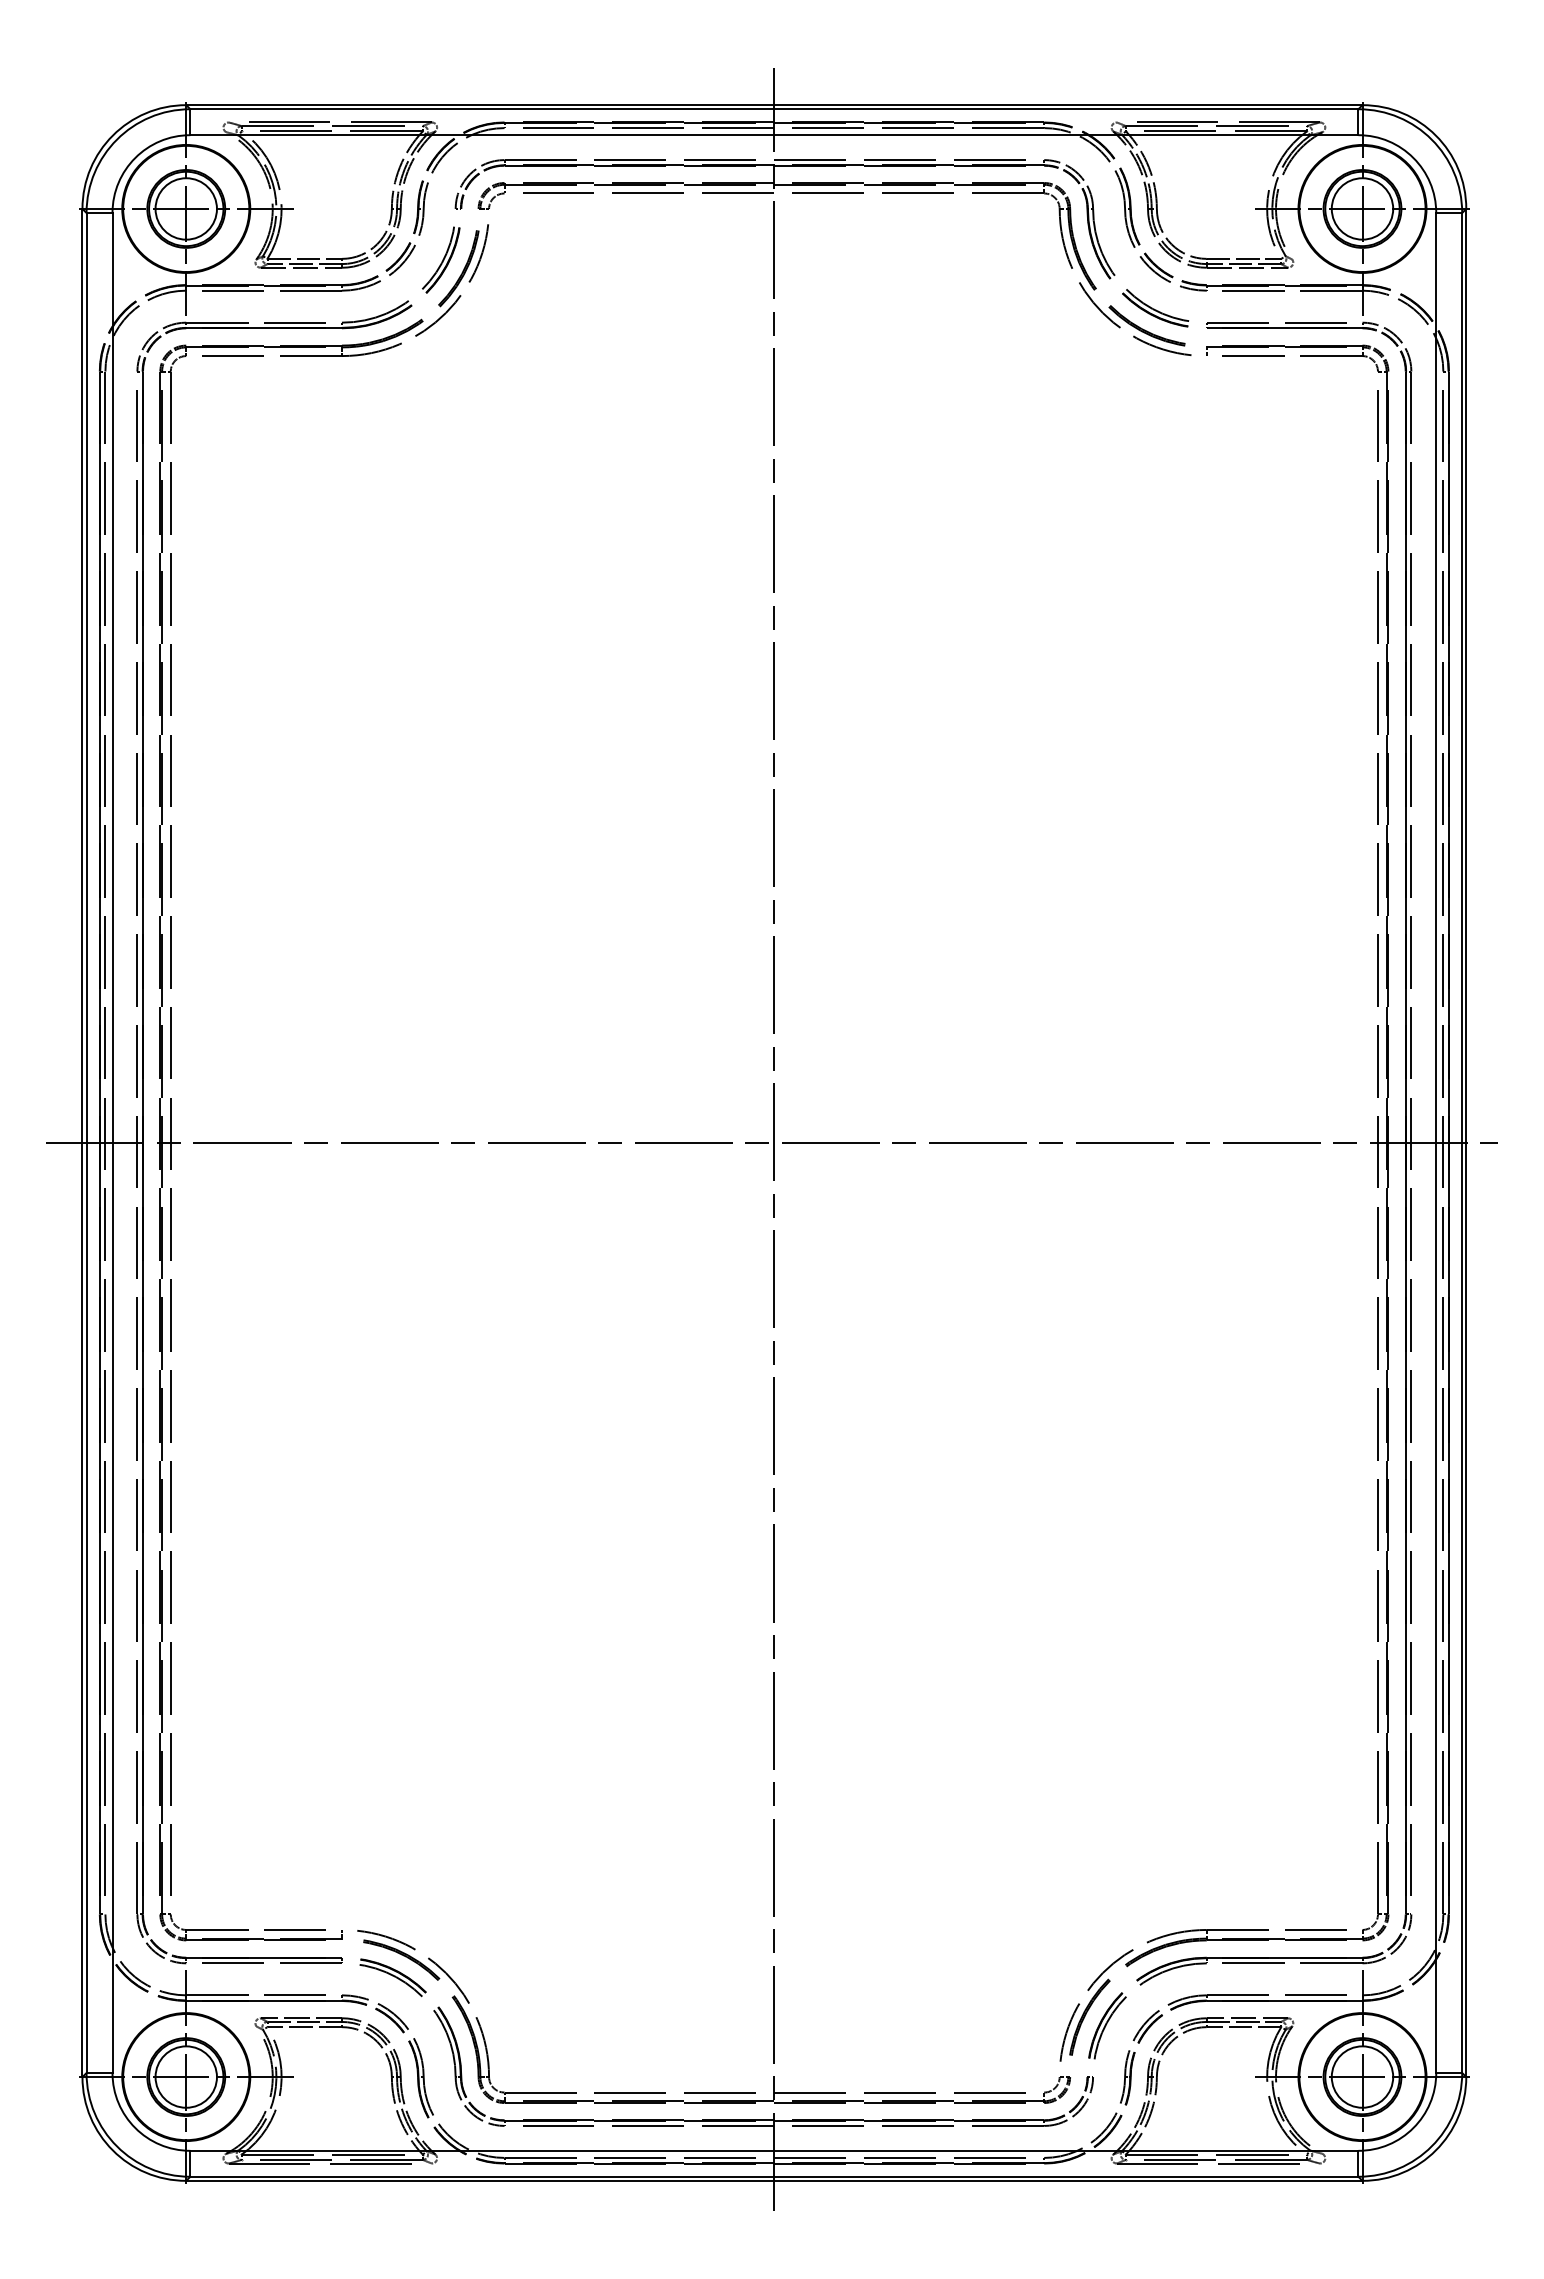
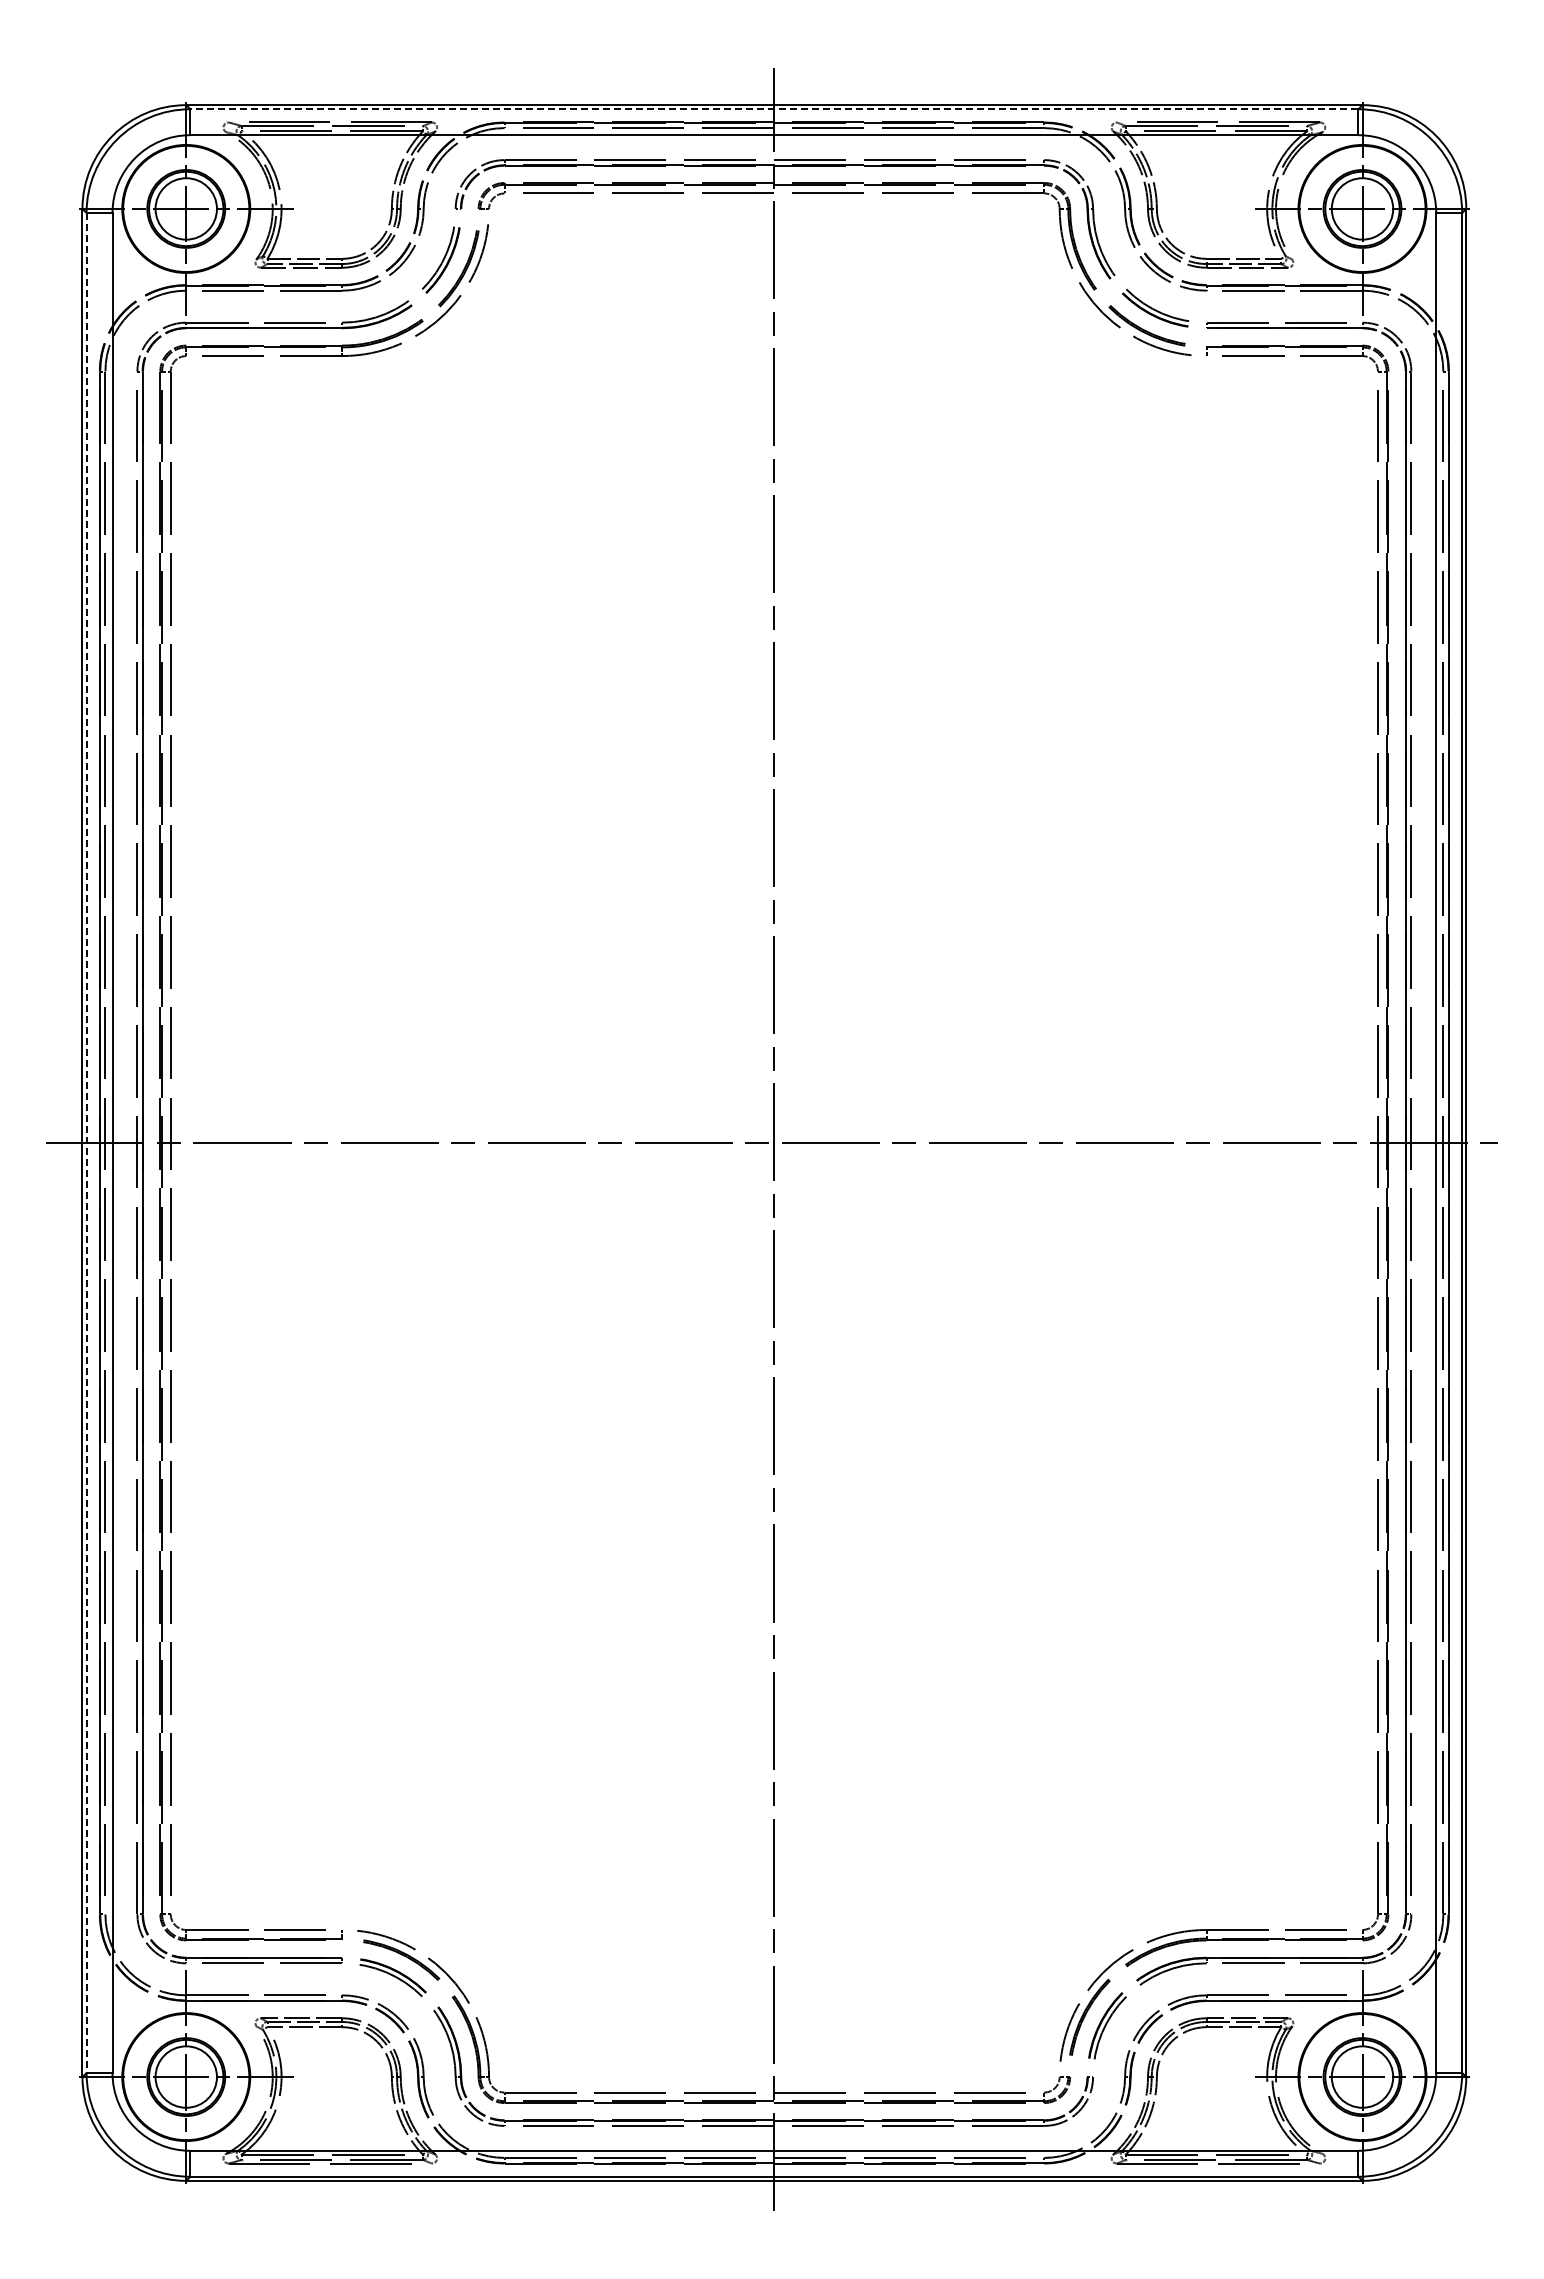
line at (773, 109): solid -> dashed
line at (86, 1143): solid -> dashed
